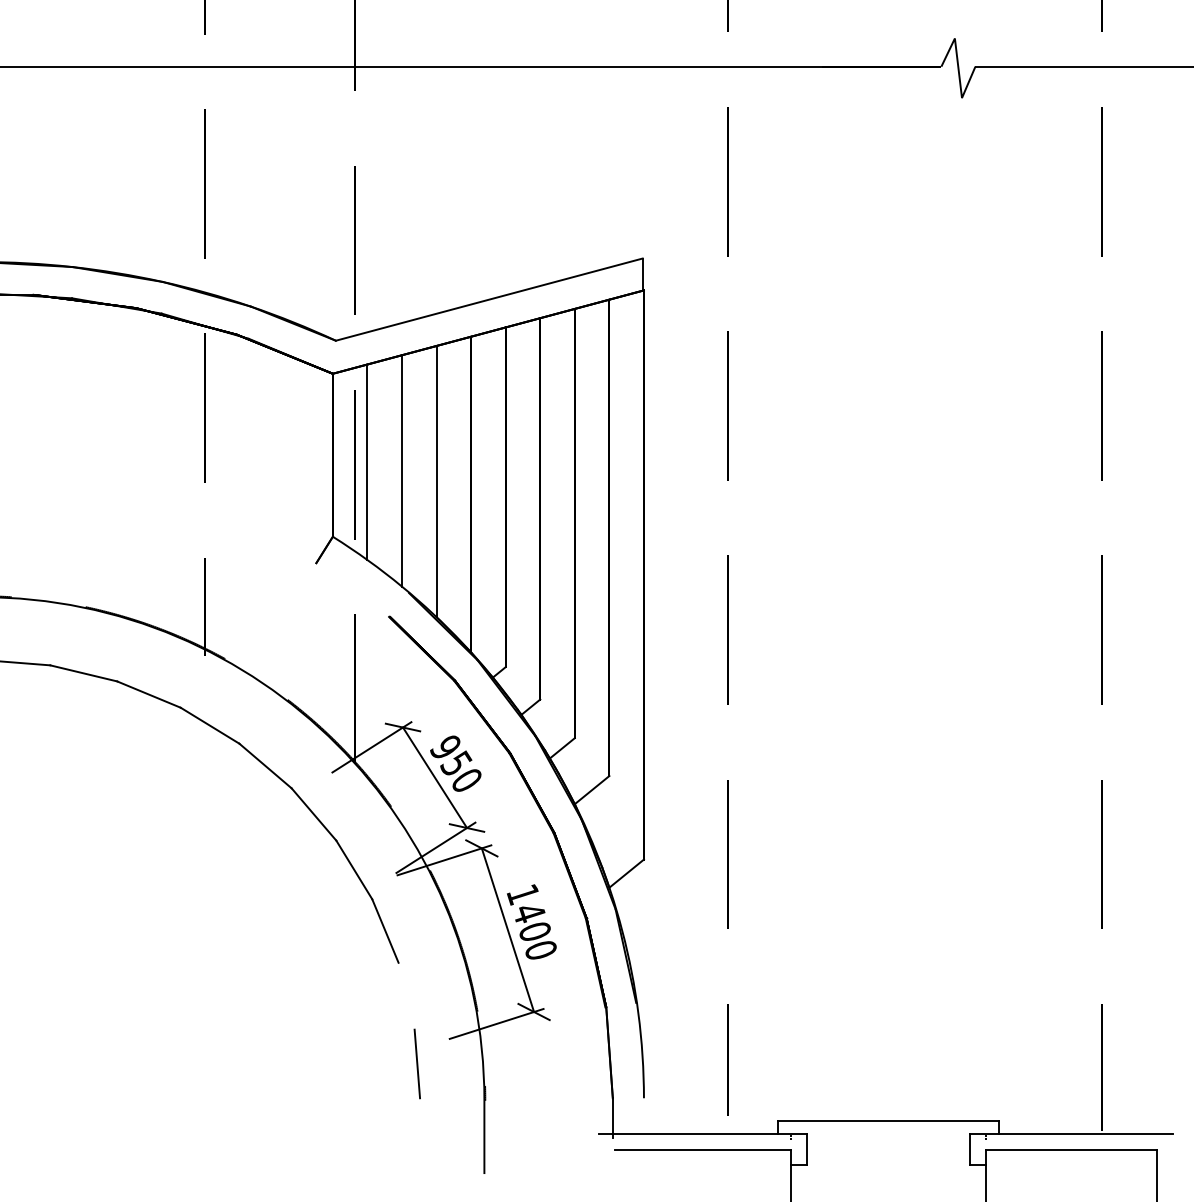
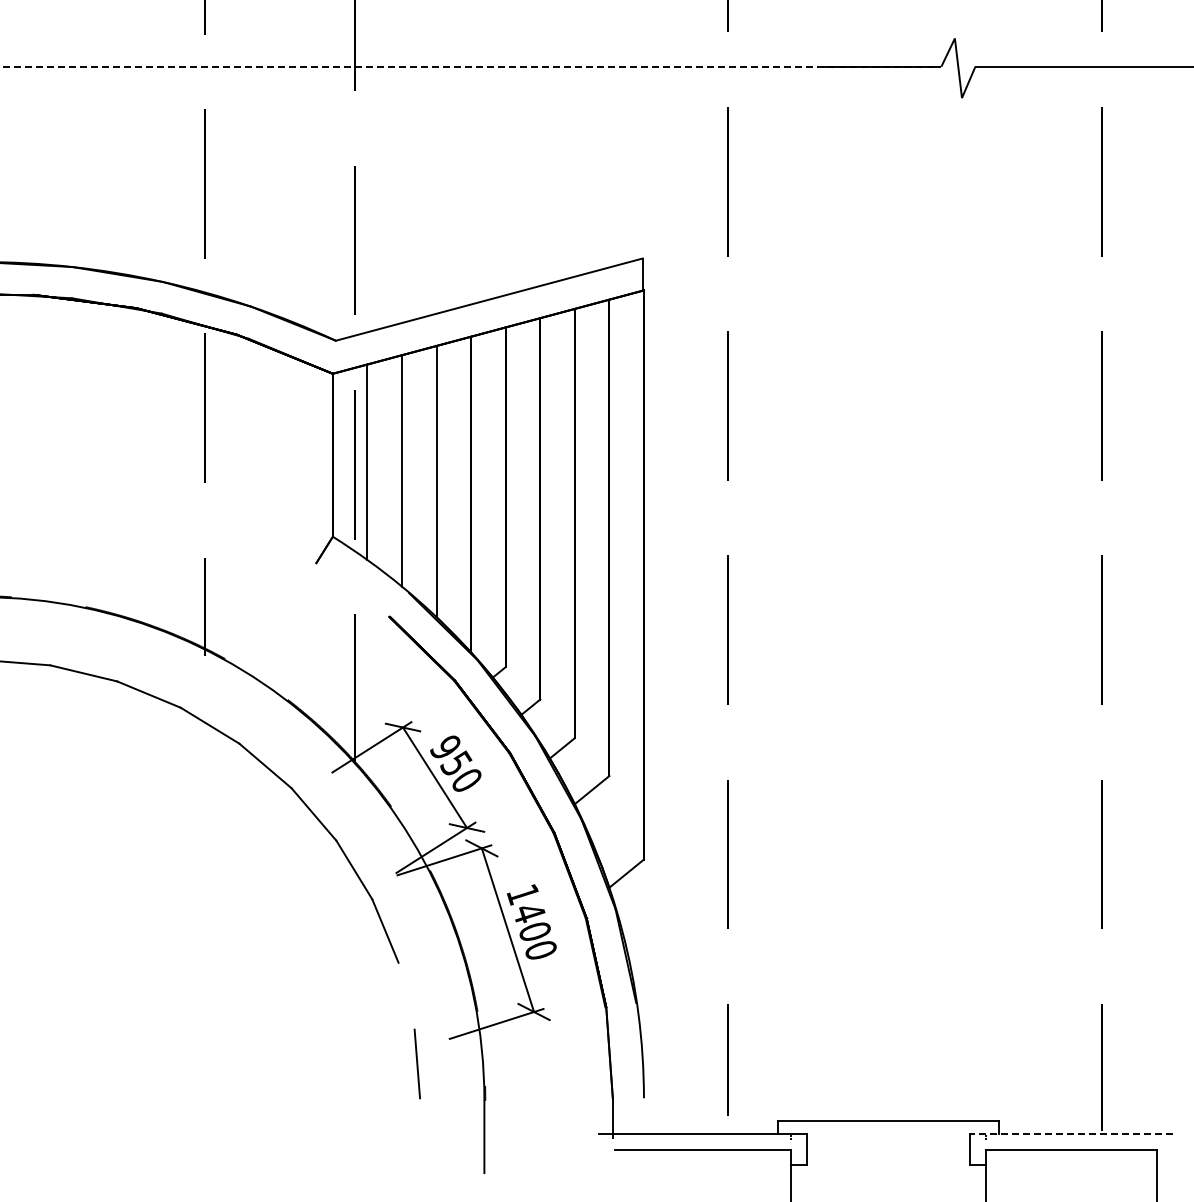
line at (471, 66): solid -> dashed
line at (1070, 1133): solid -> dashed
